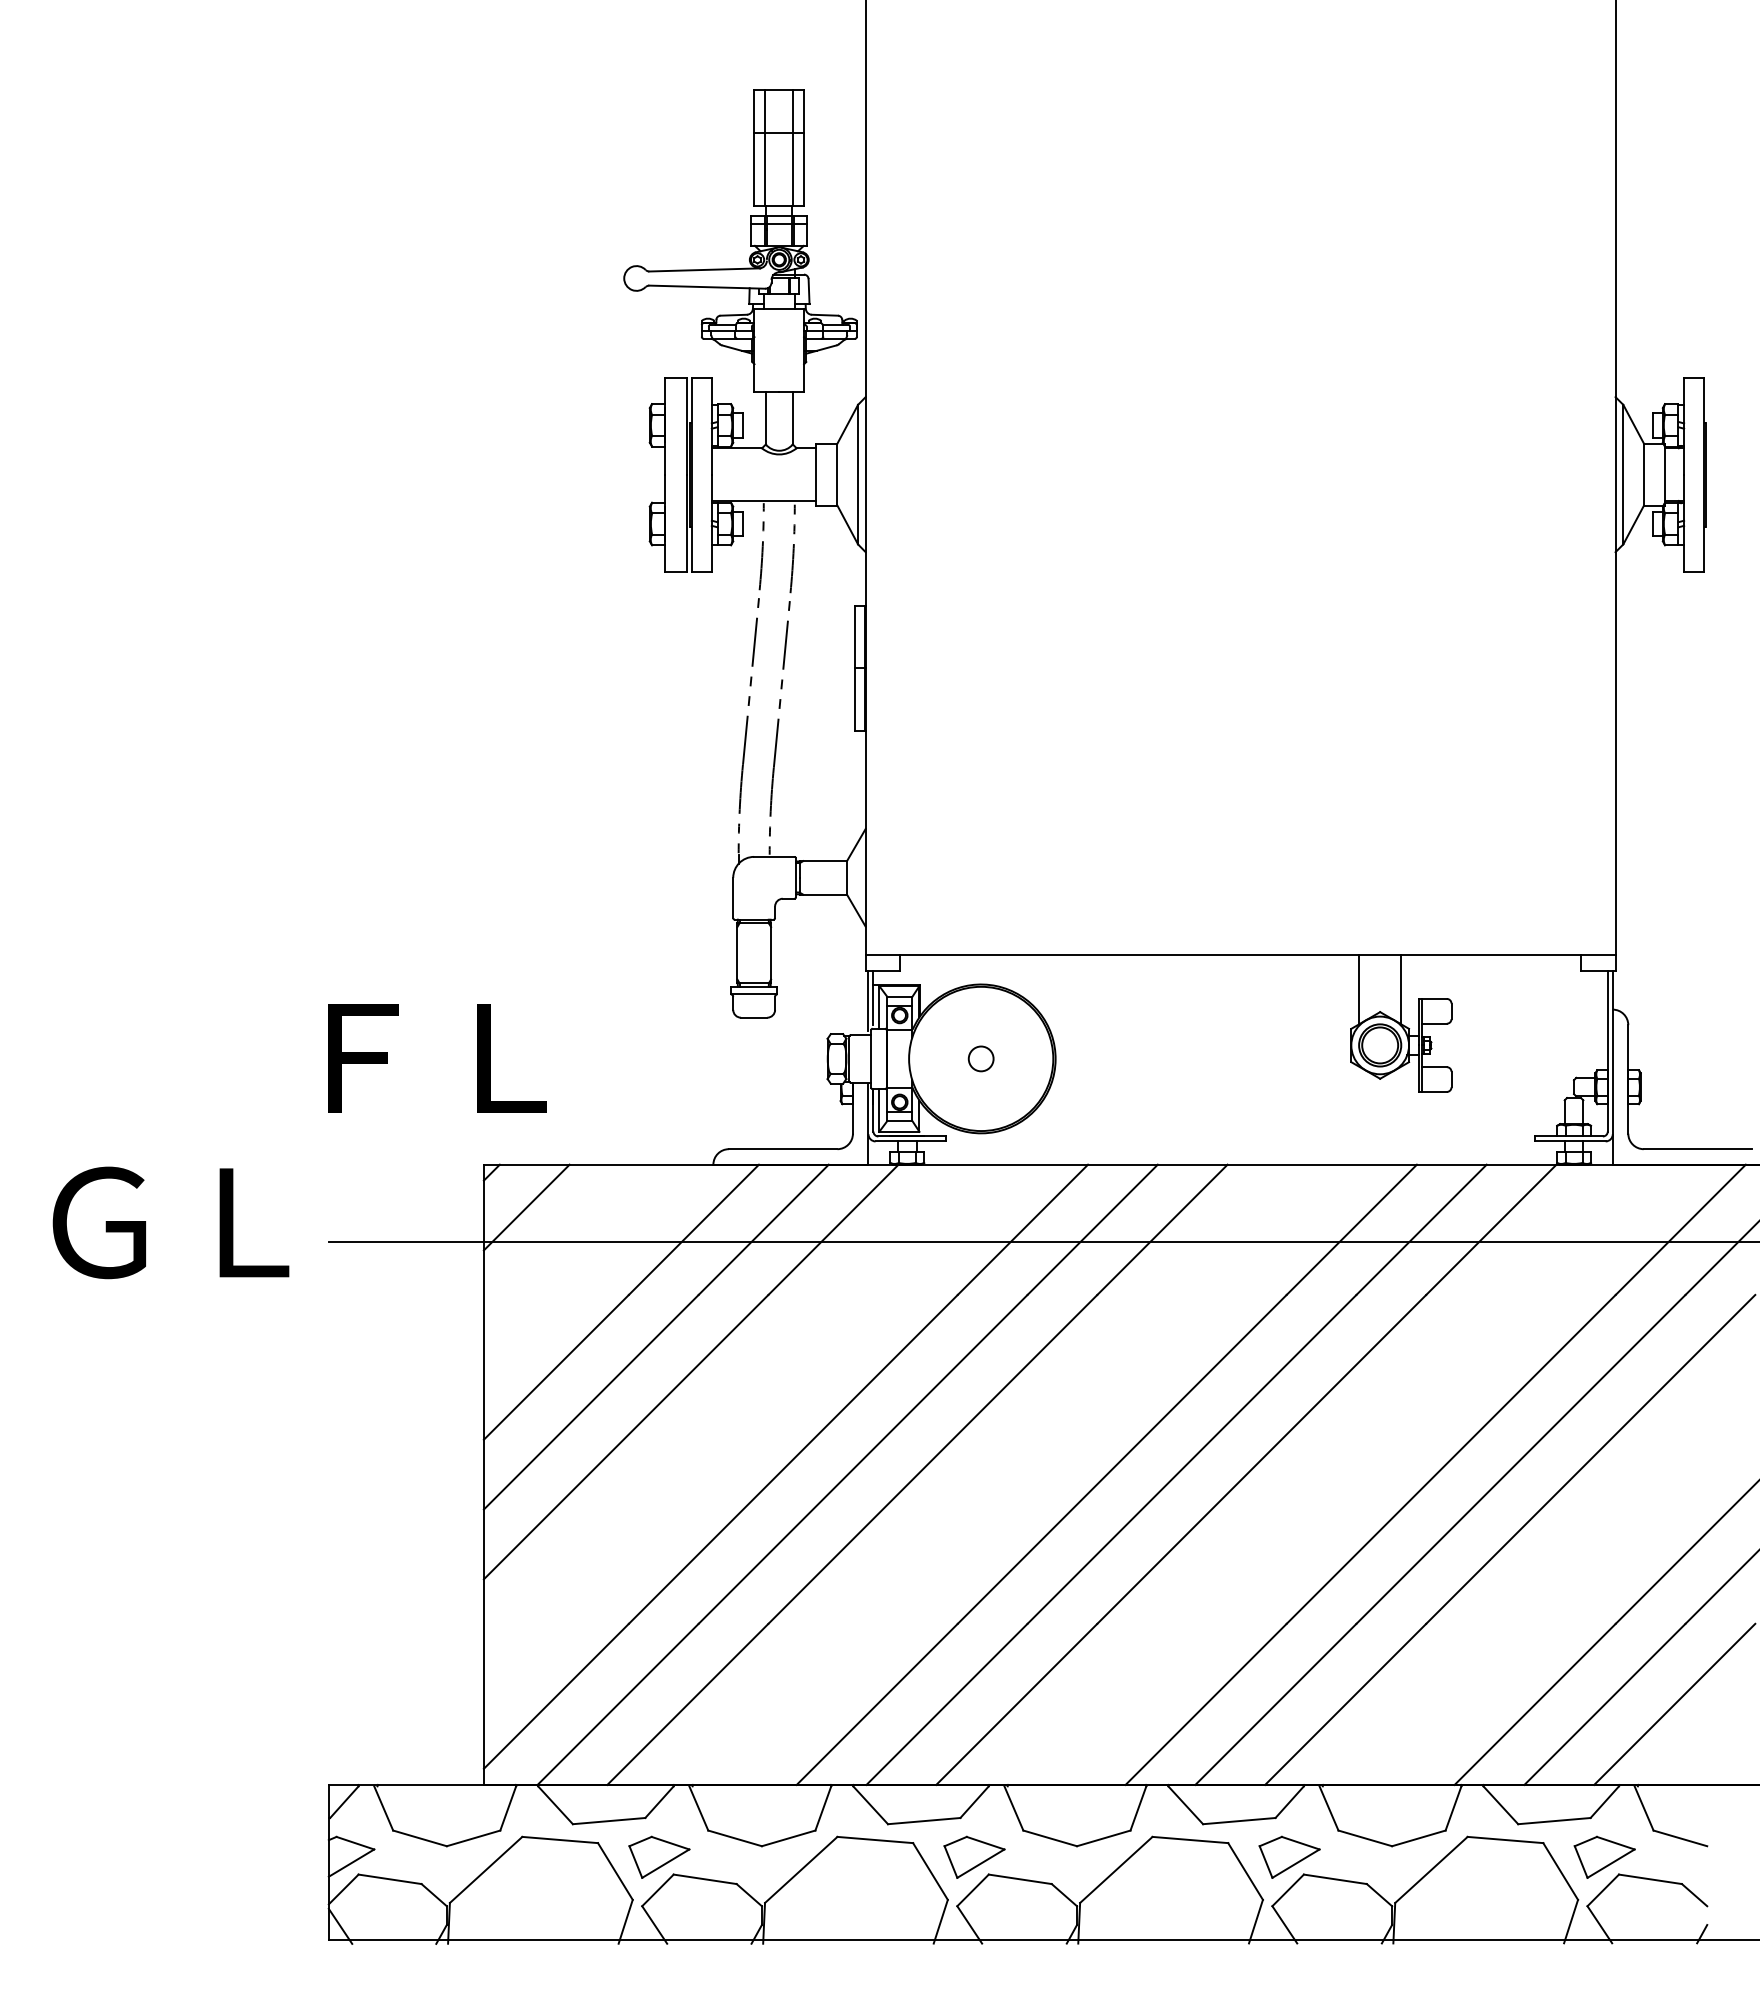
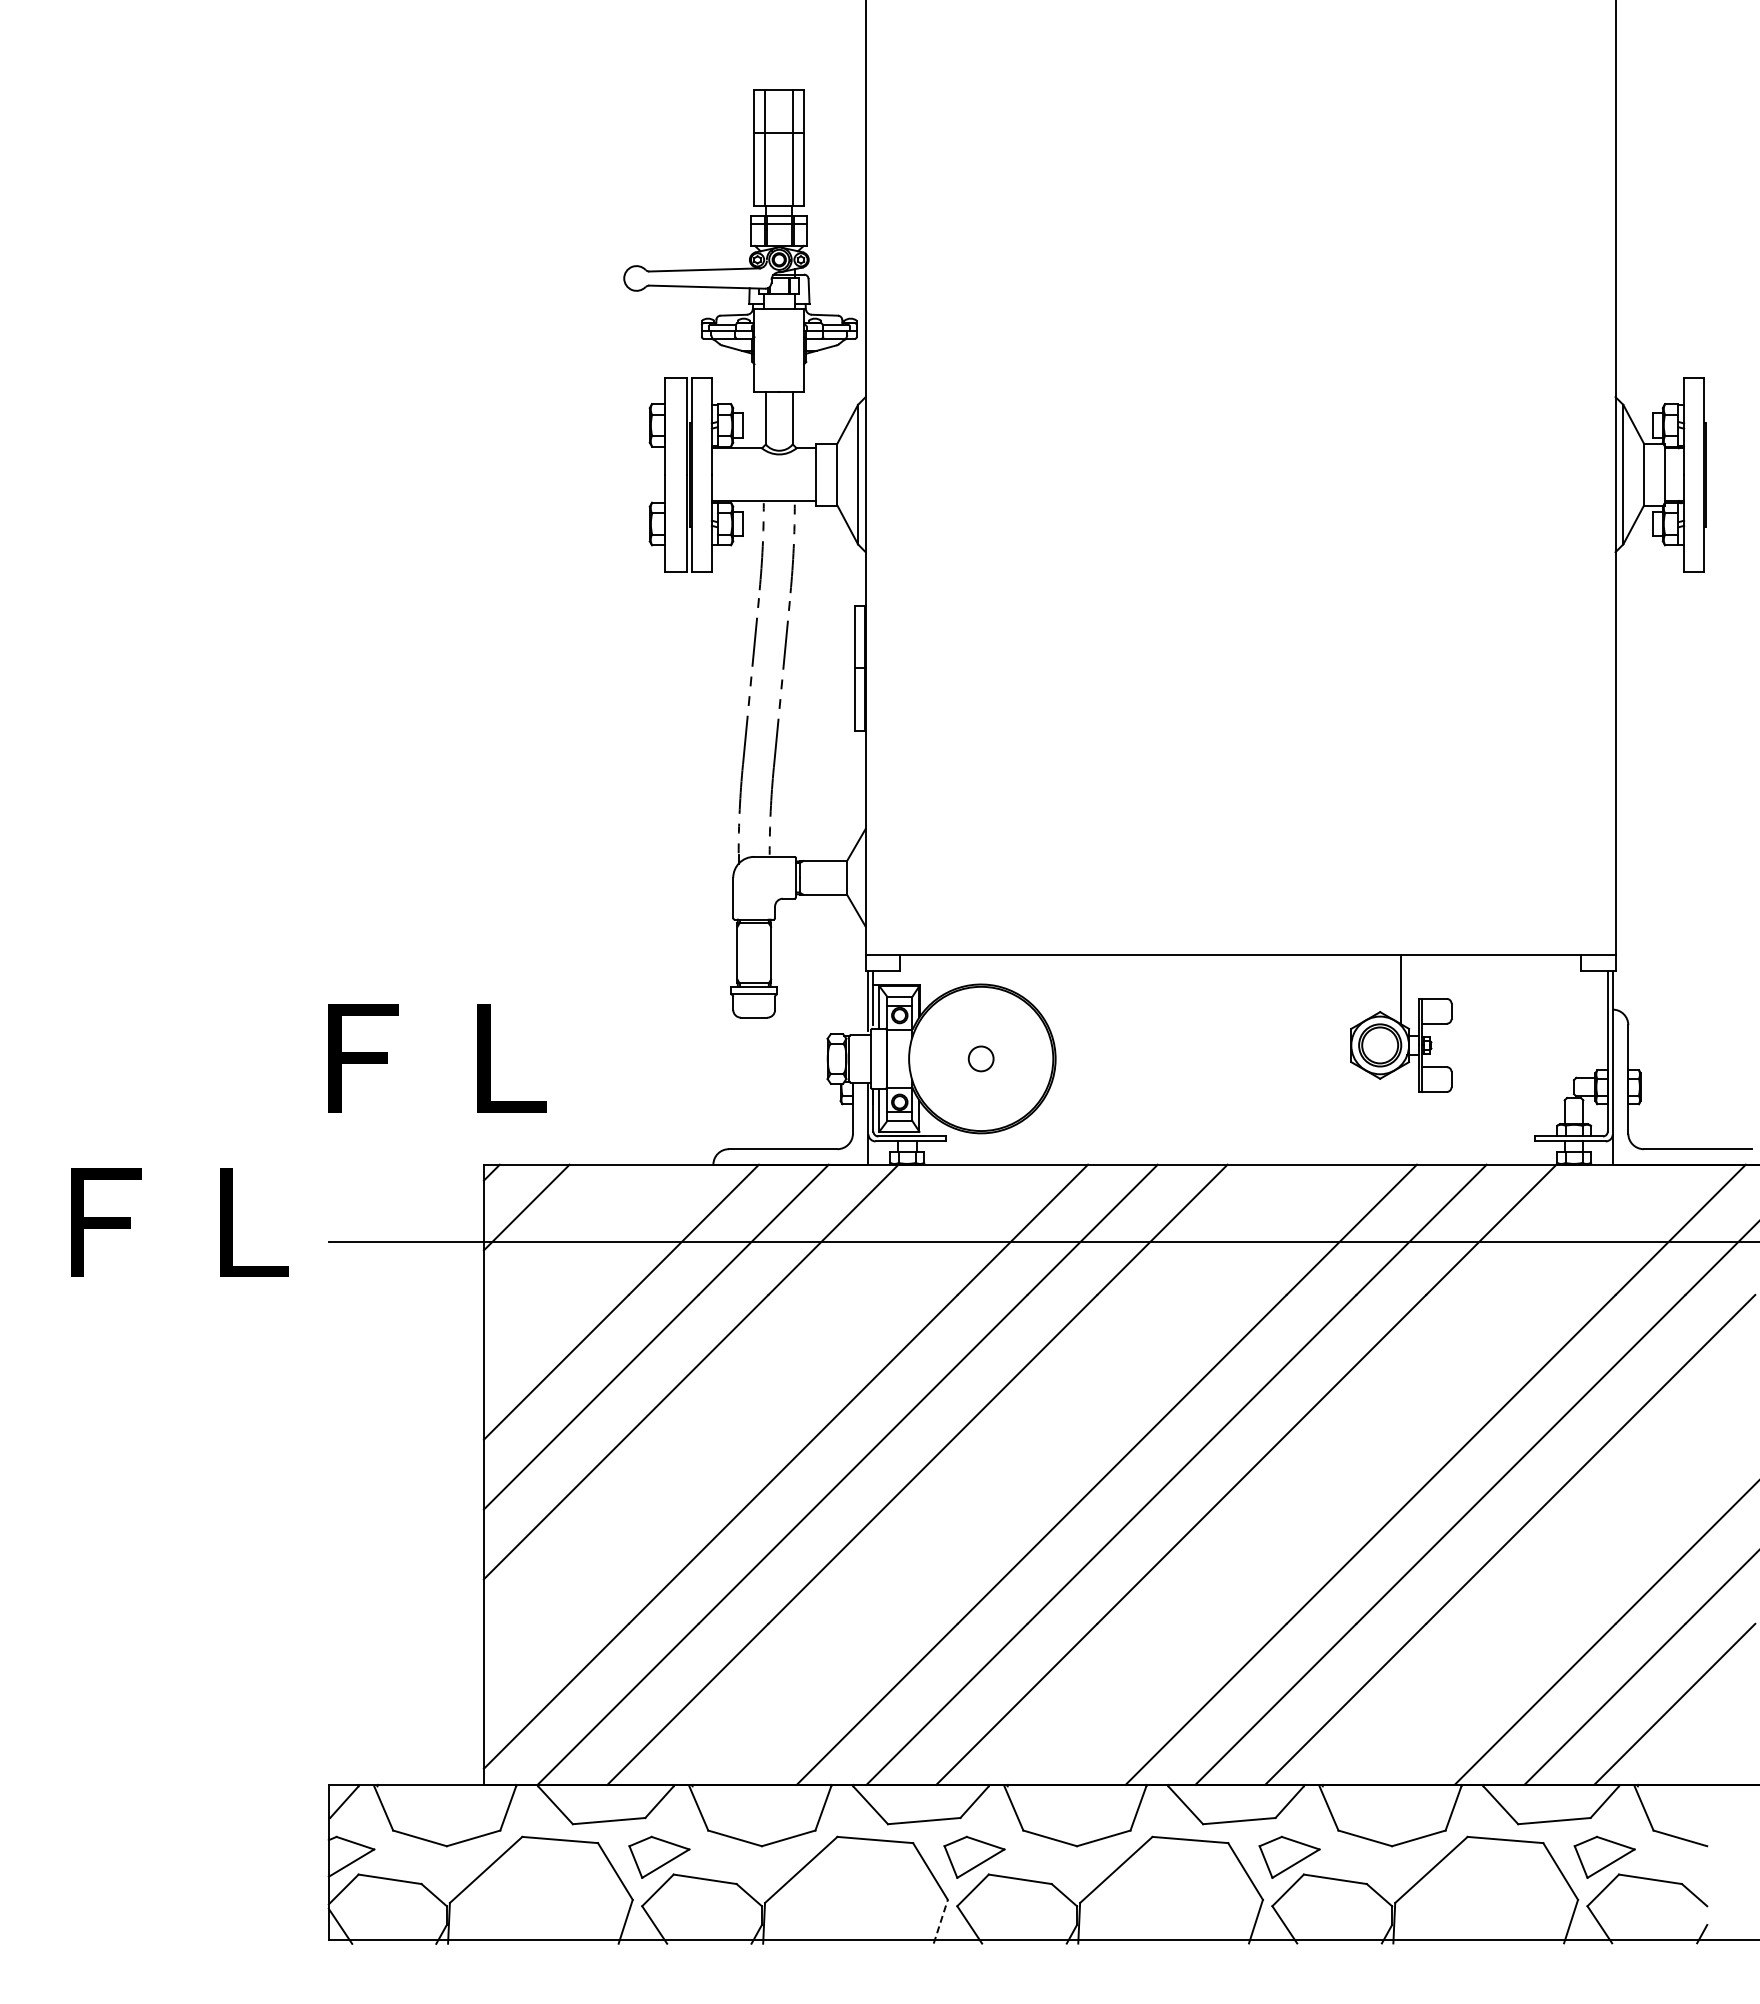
line at (1359, 989): present -> none
text at (170, 1222): ＧＬ -> ＦＬ
line at (940, 1921): solid -> dashed
